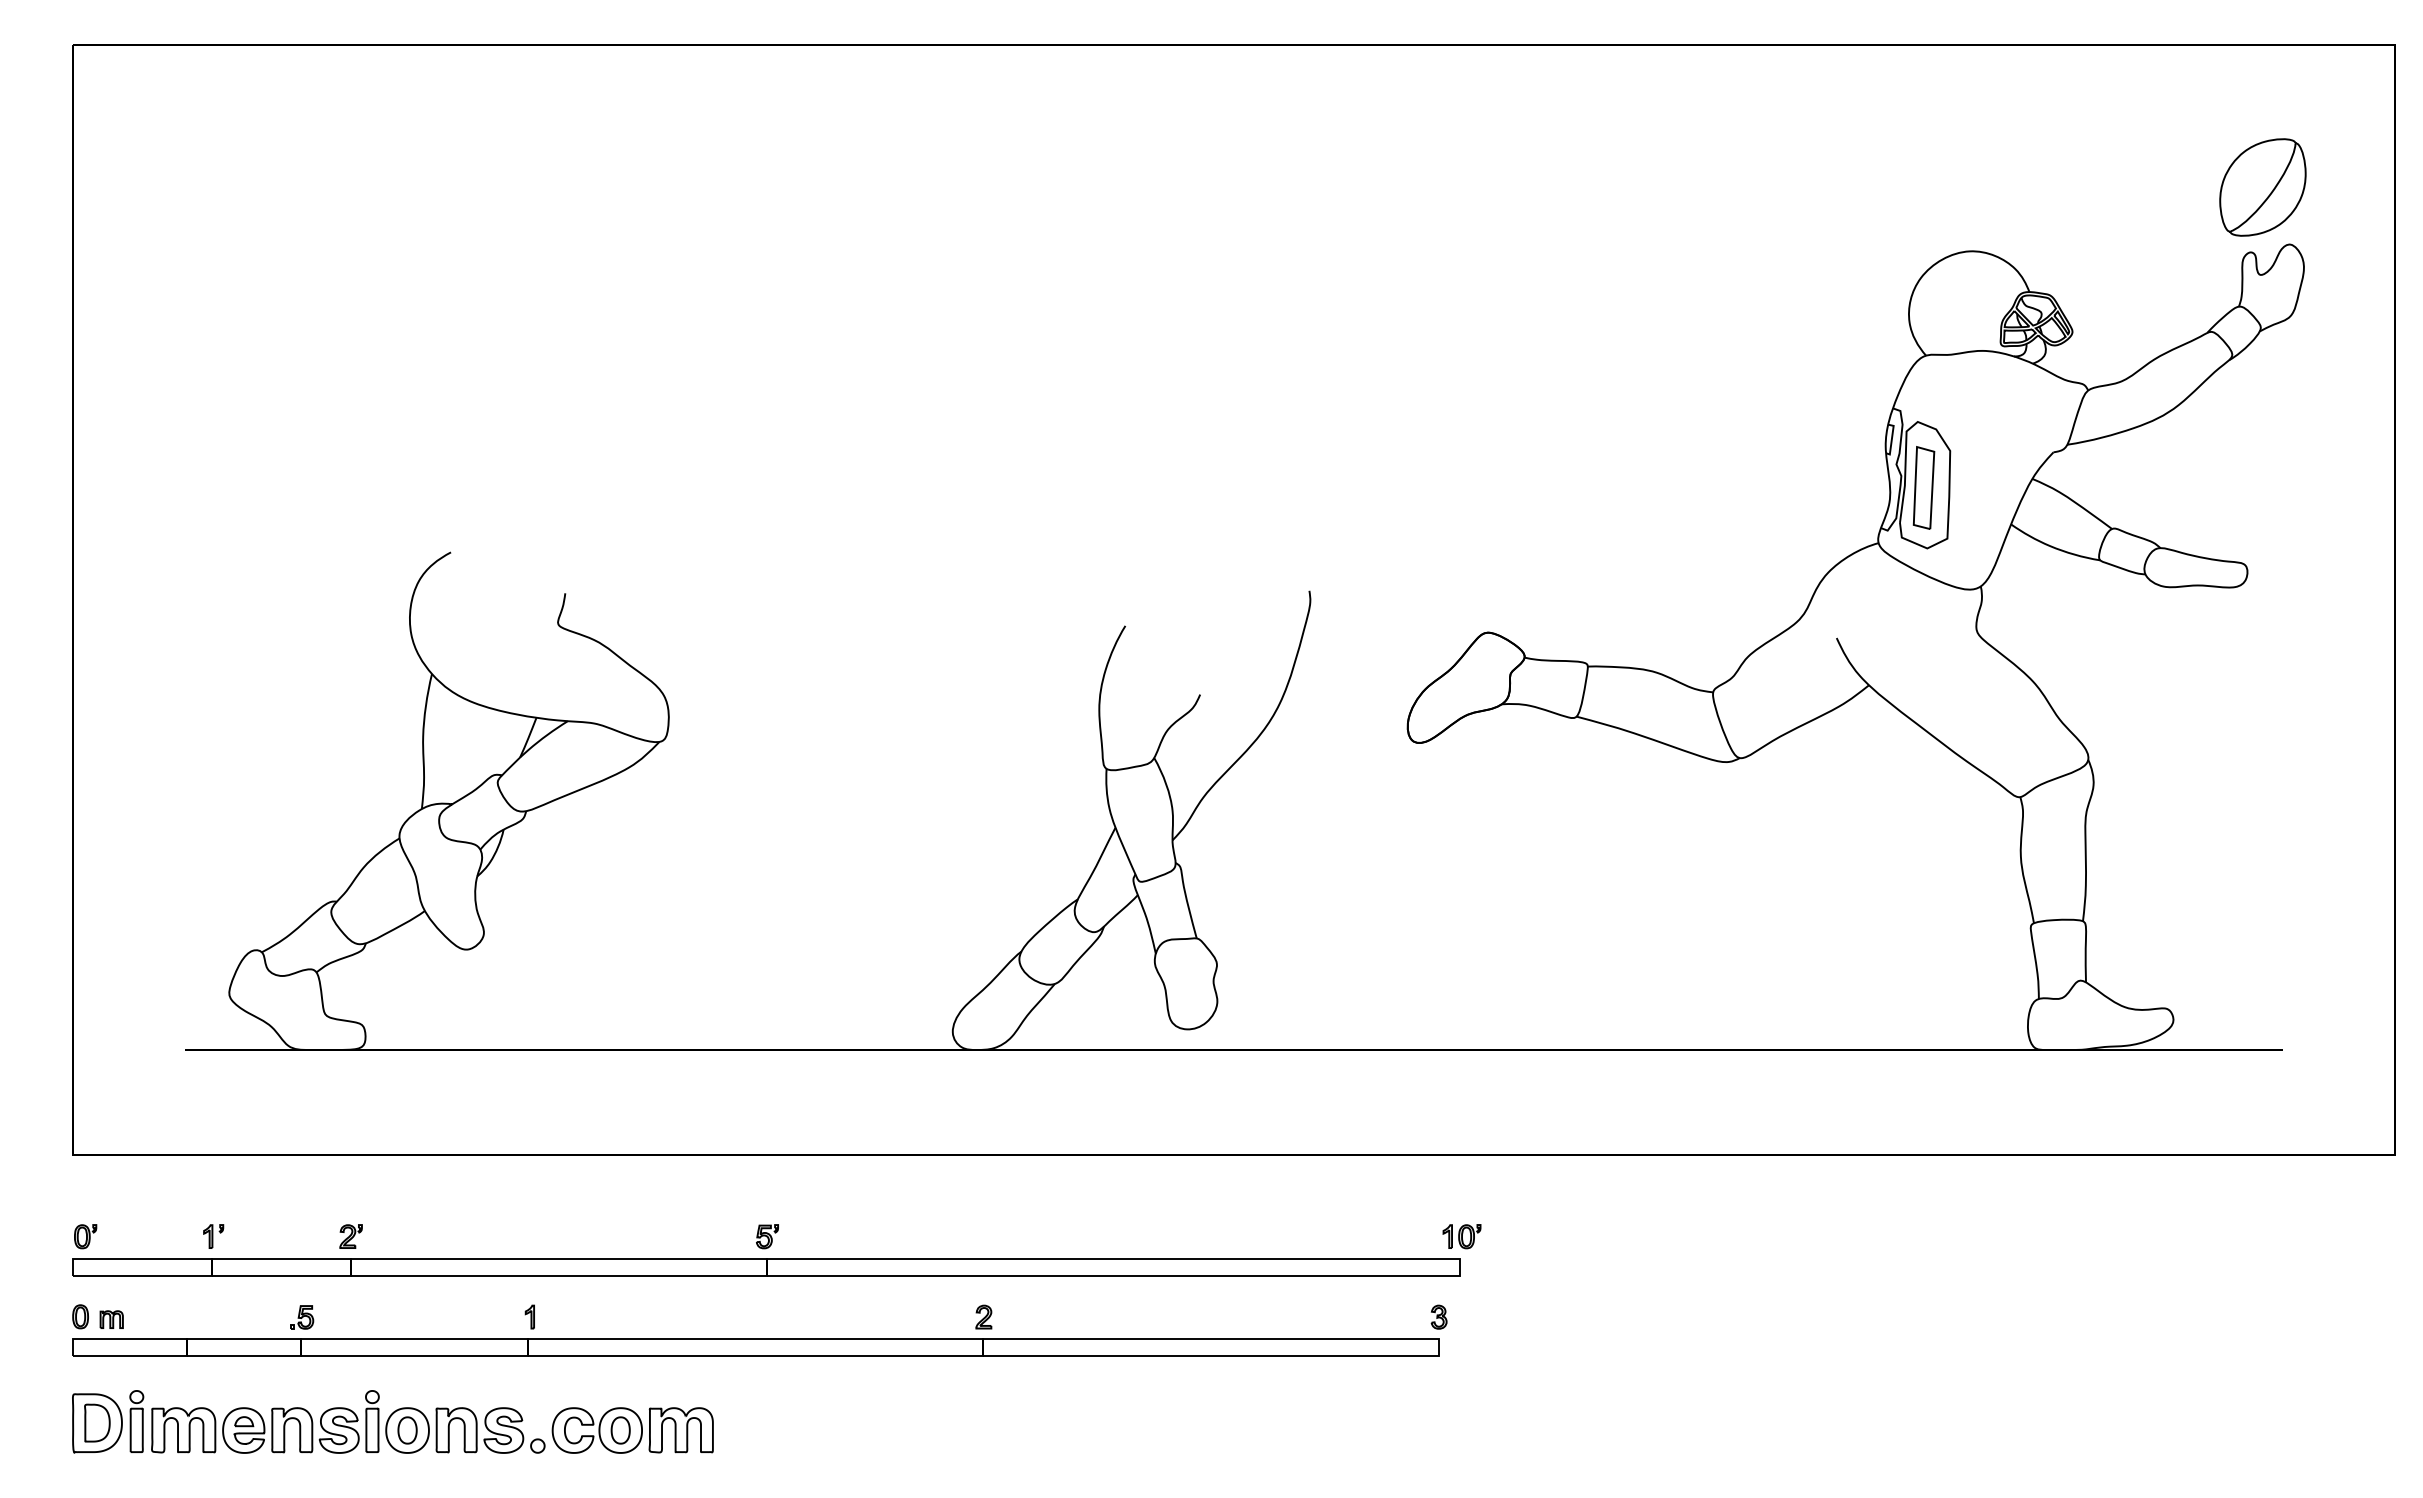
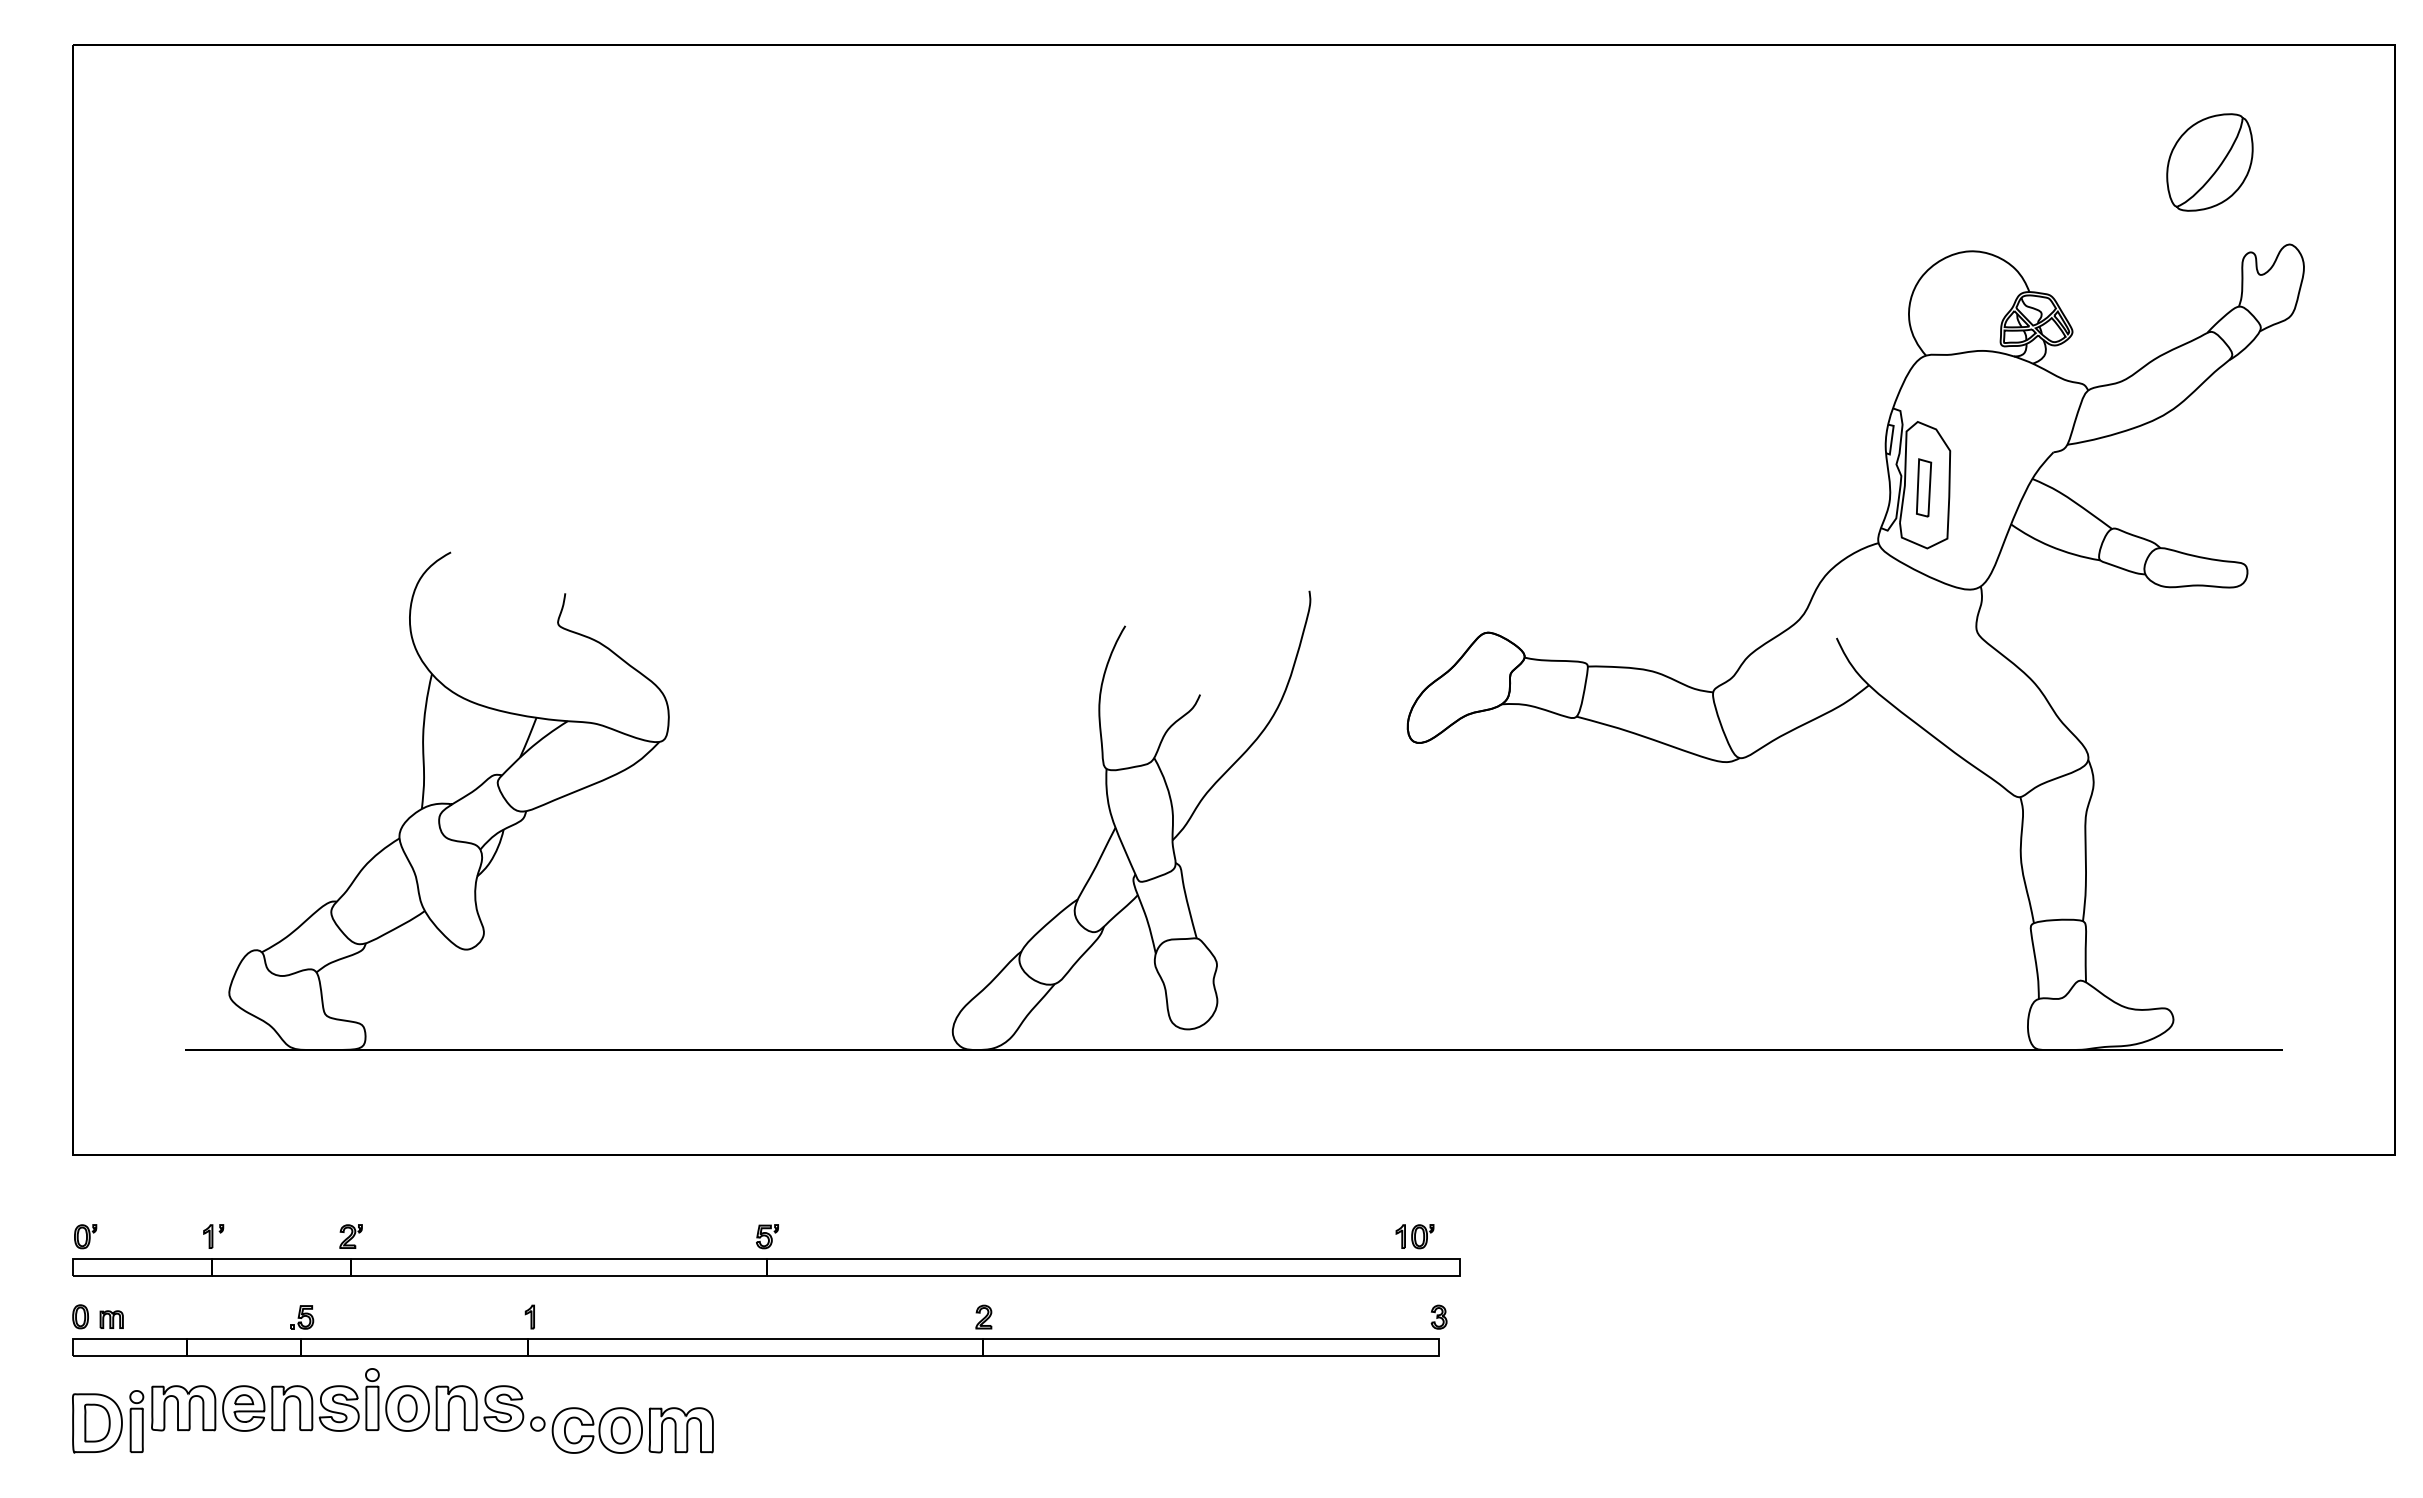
part at (2262, 187) position: (2262, 187) -> (2209, 162)
part at (1923, 487) size: 24x84 px -> 17x60 px
part at (1461, 1236) position: (1461, 1236) -> (1414, 1236)
part at (348, 1421) position: (348, 1421) -> (348, 1399)
